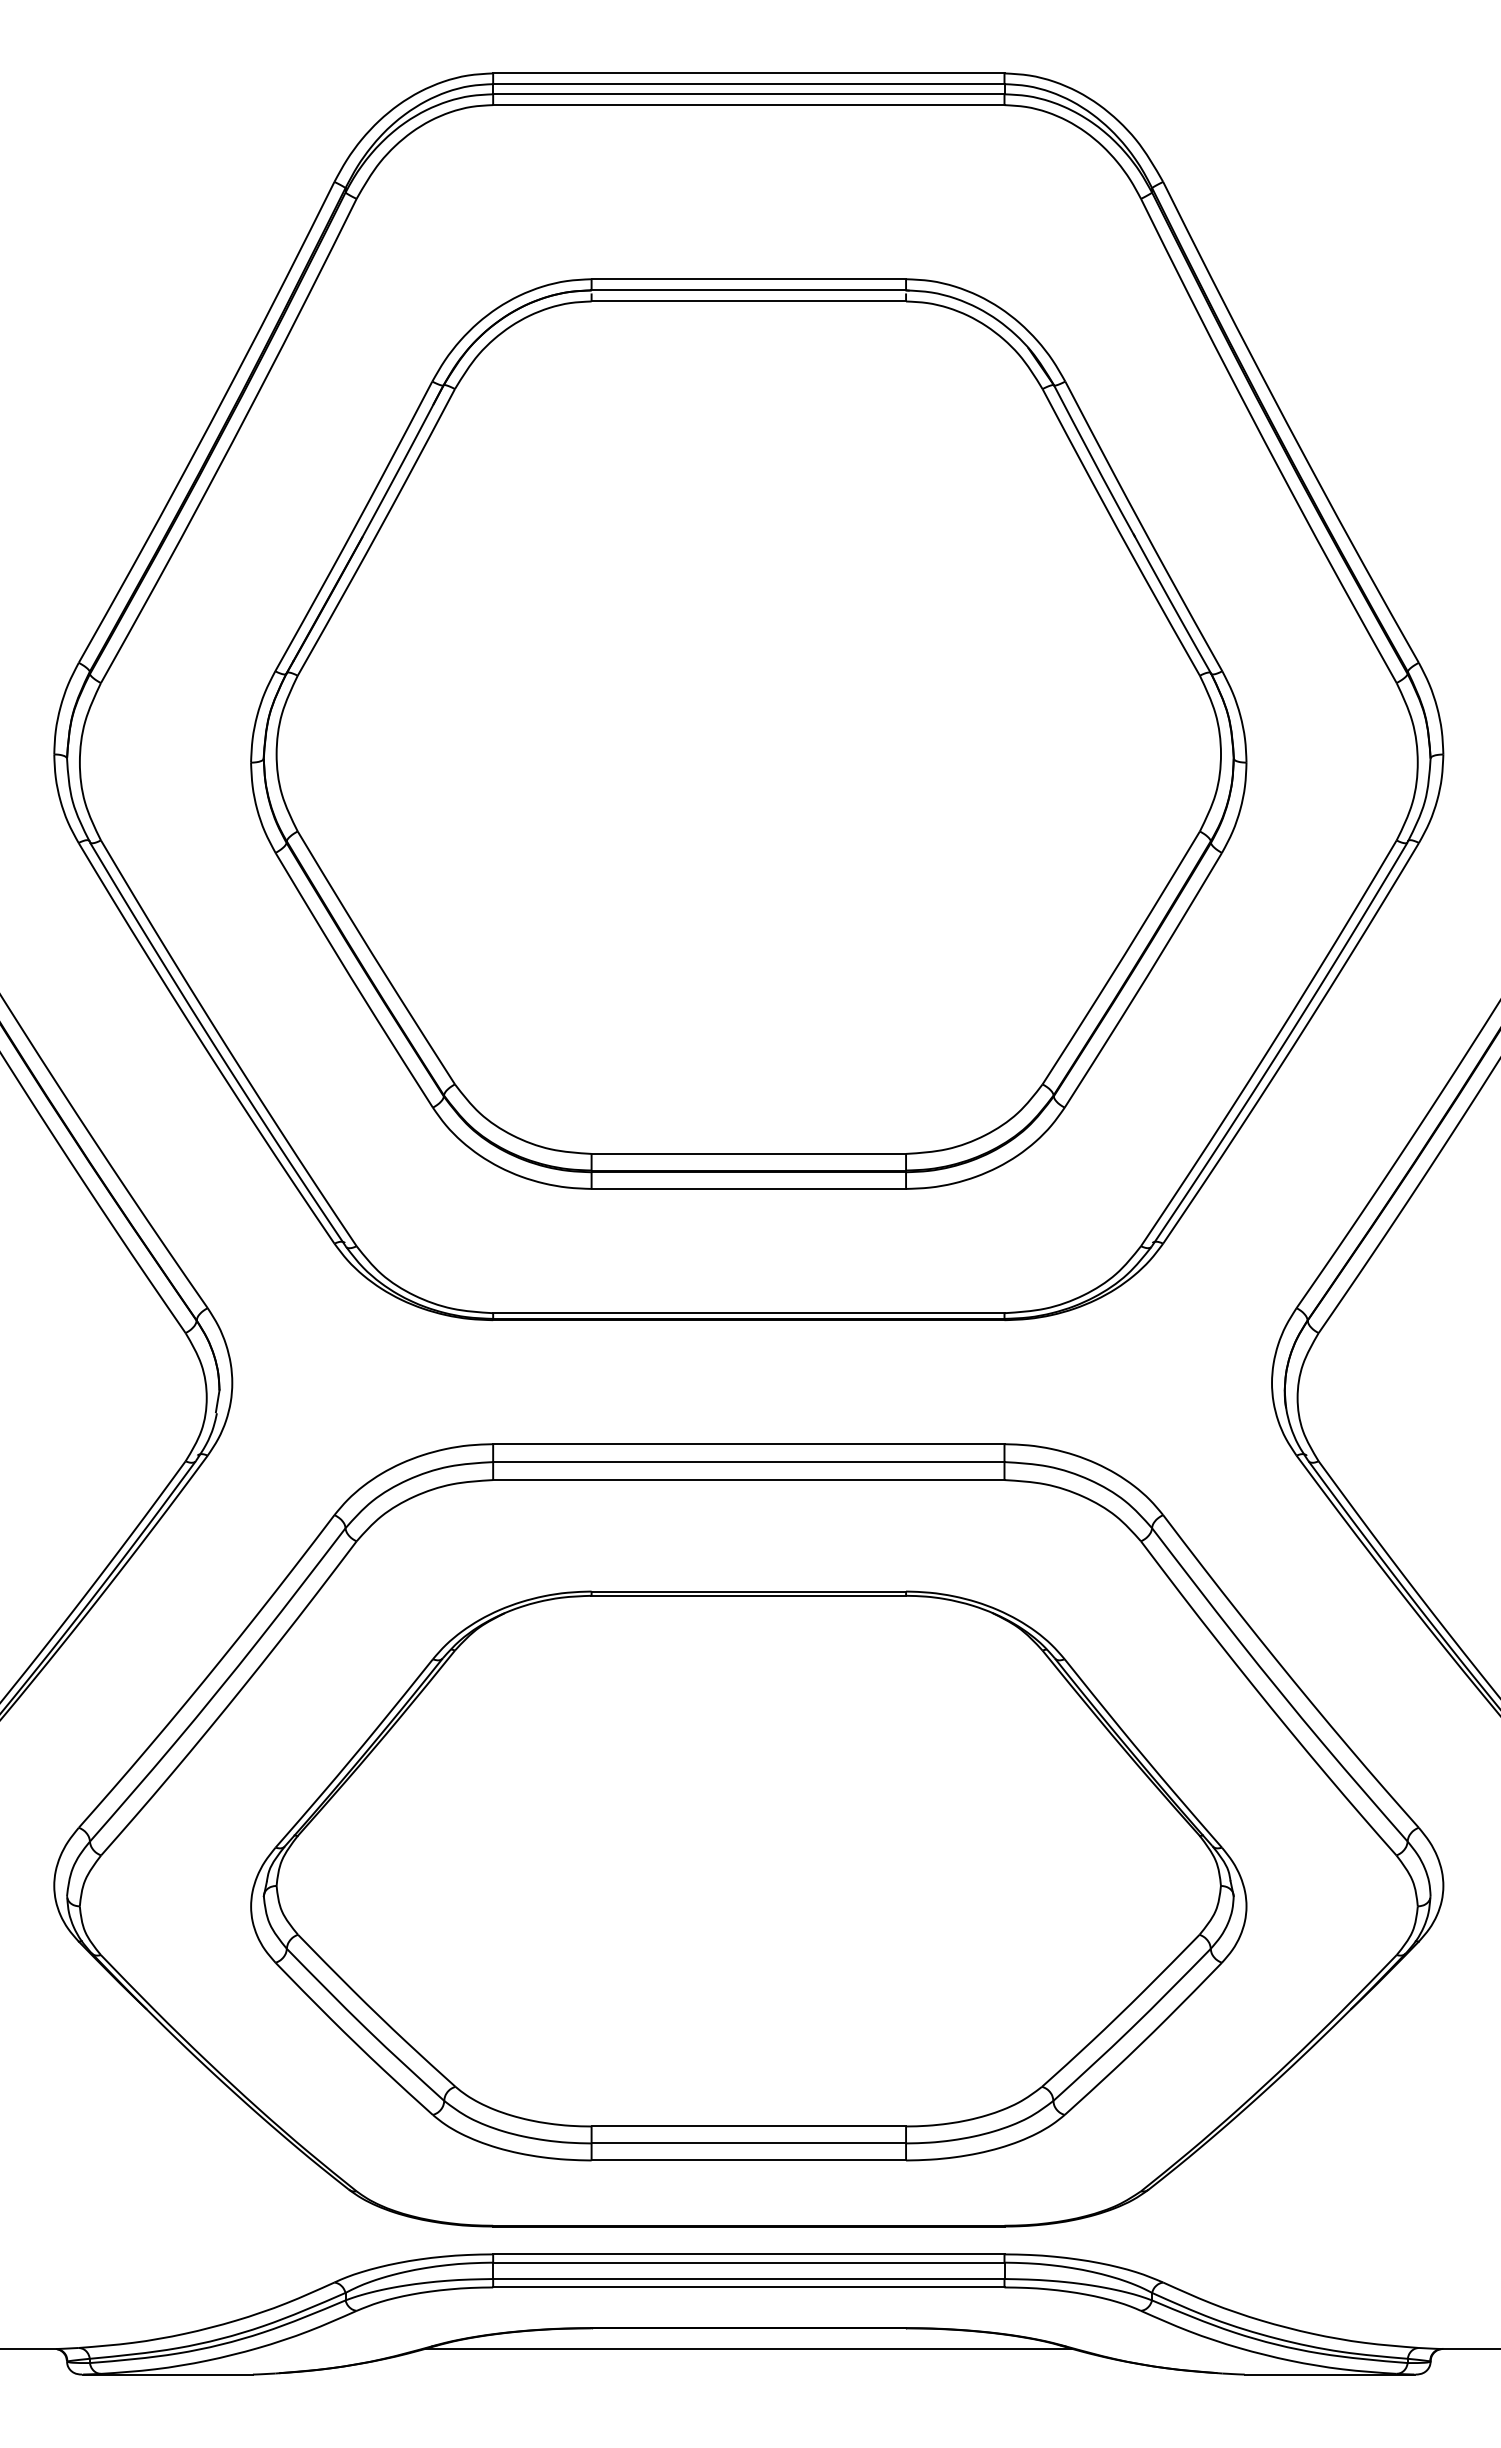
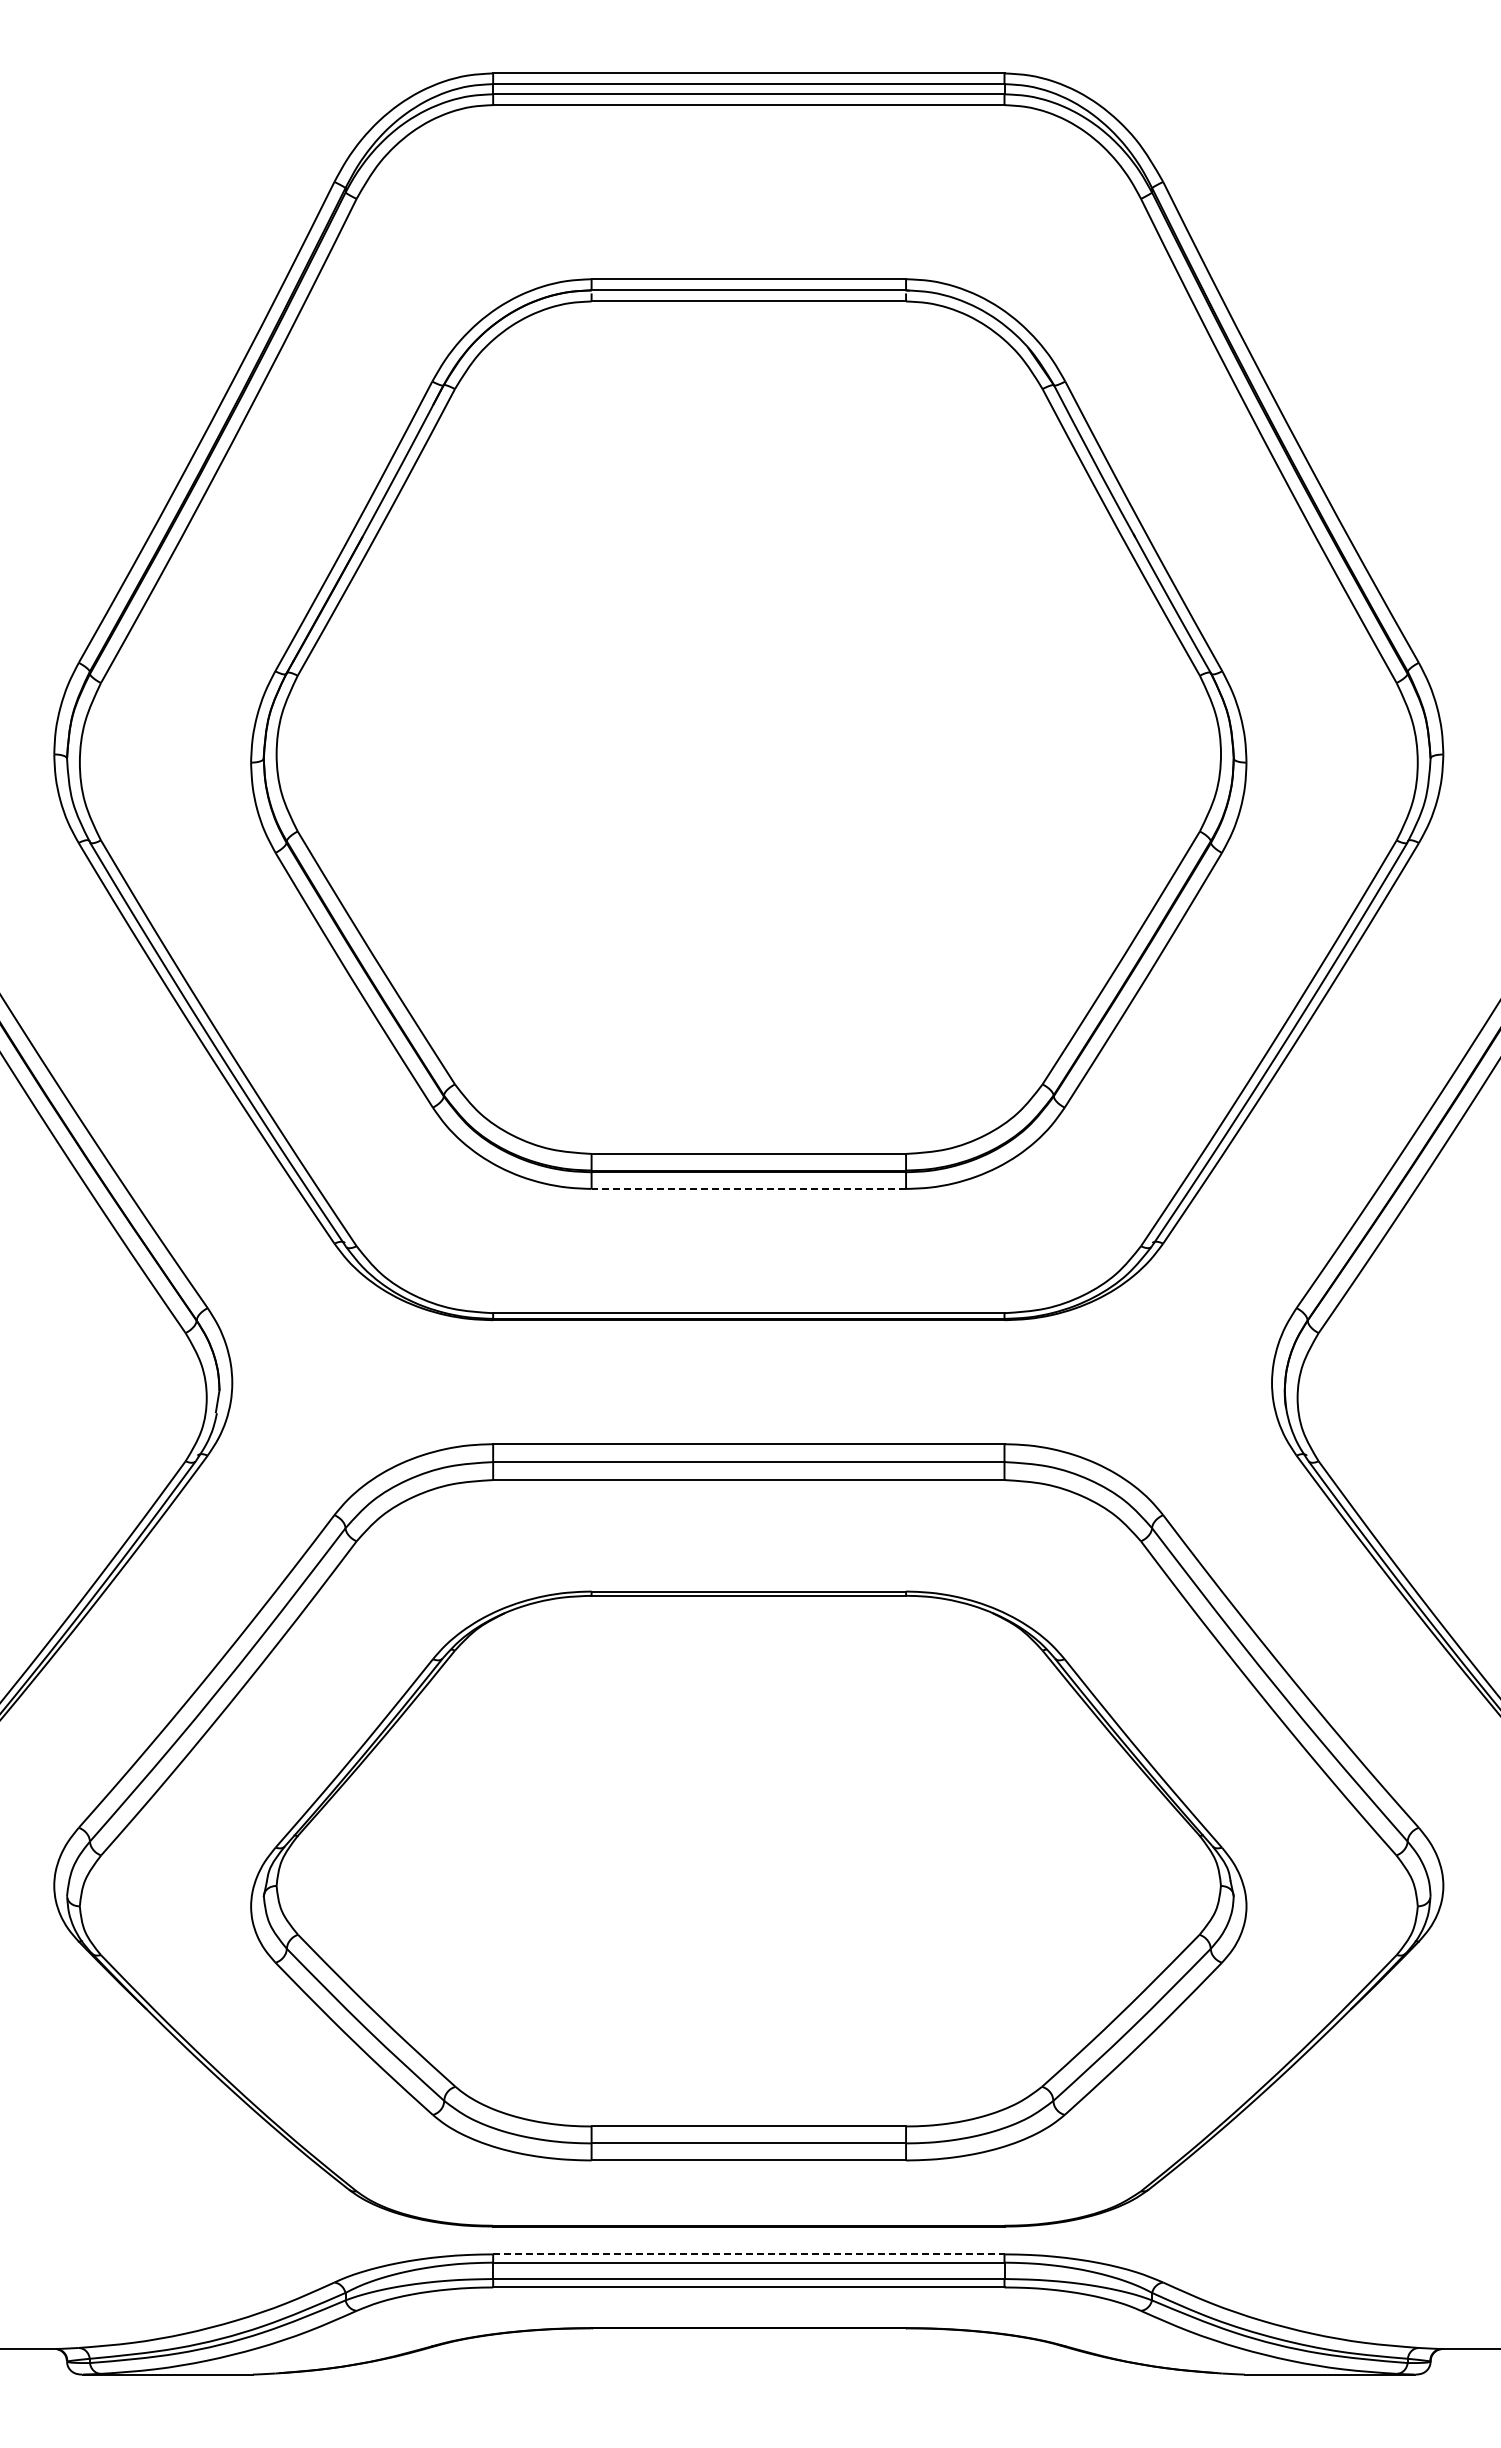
line at (748, 1188): solid -> dashed
line at (748, 2254): solid -> dashed
line at (748, 2348): present -> none
